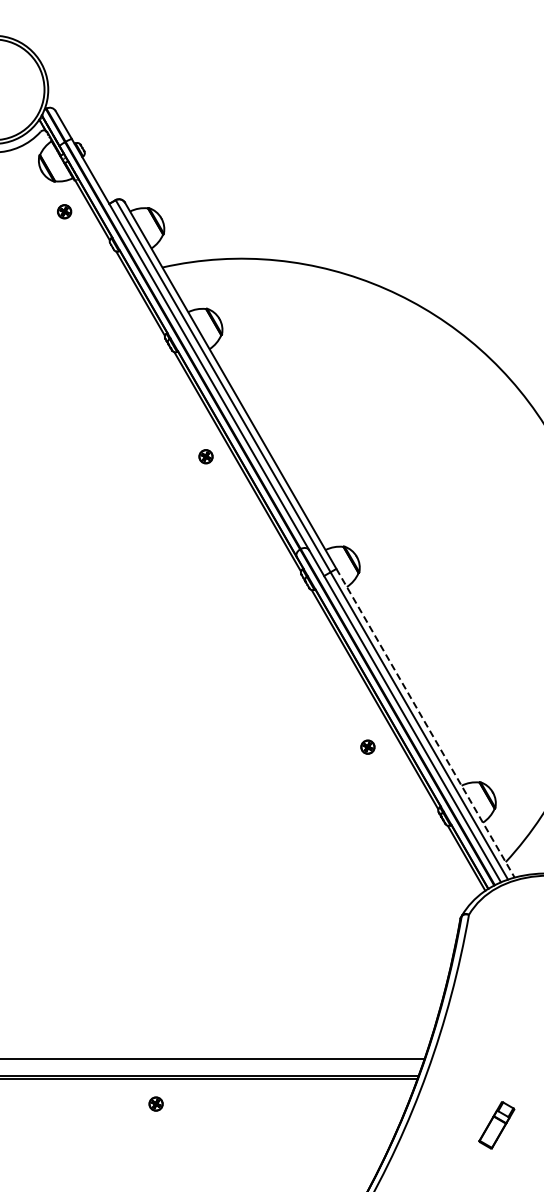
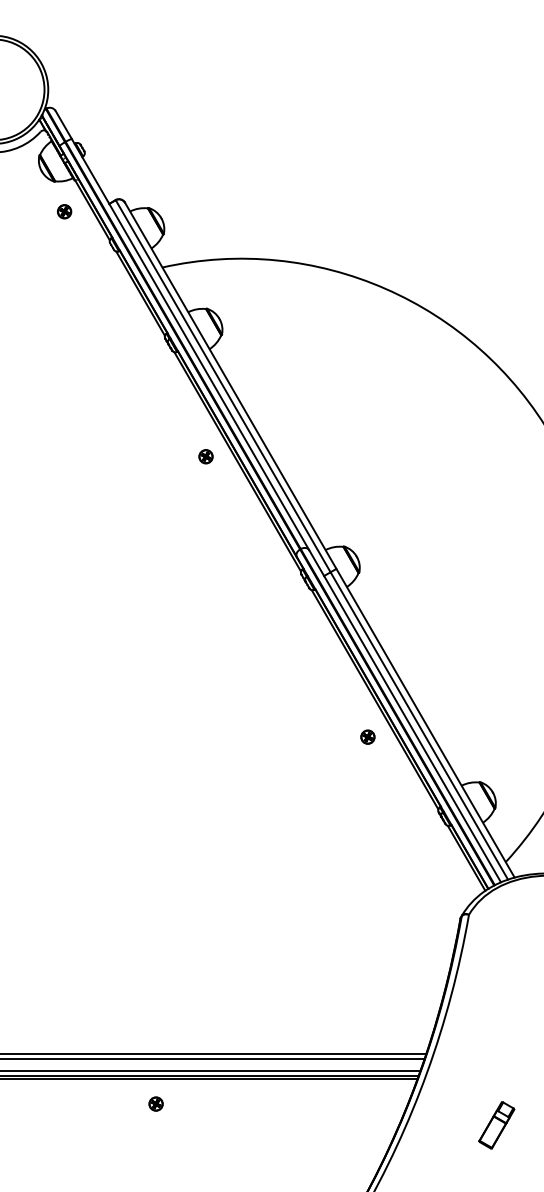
line at (425, 723): dashed -> solid
part at (367, 746) position: (367, 746) -> (367, 736)
line at (214, 1054): none -> present
line at (211, 1071): none -> present
